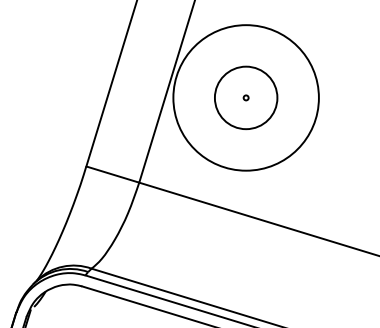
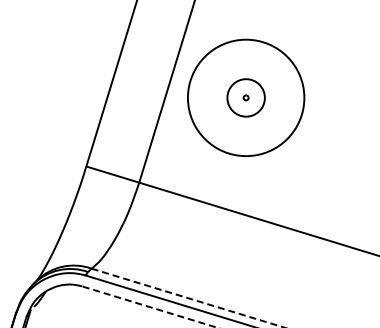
circle at (245, 97) diameter: 146 px -> 116 px
circle at (245, 97) diameter: 62 px -> 37 px
line at (188, 298): solid -> dashed
line at (150, 307): solid -> dashed
